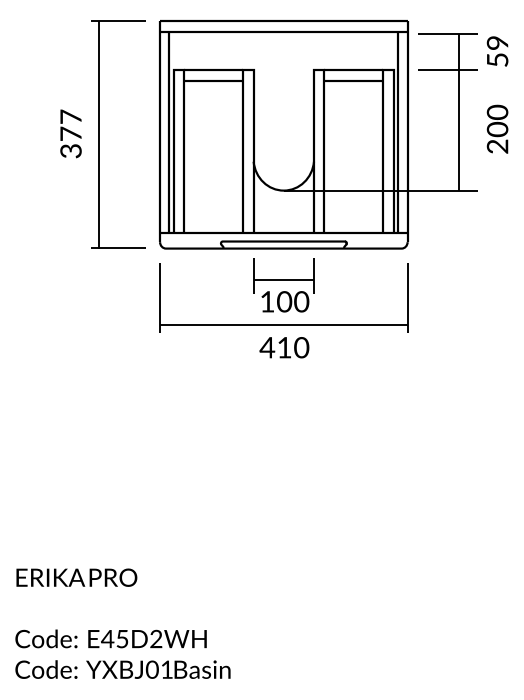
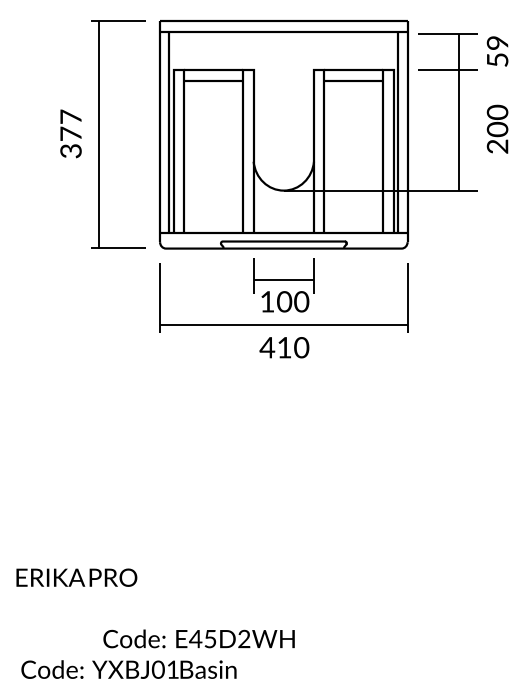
text at (110, 638) position: (110, 638) -> (198, 638)
text at (122, 669) position: (122, 669) -> (128, 669)
